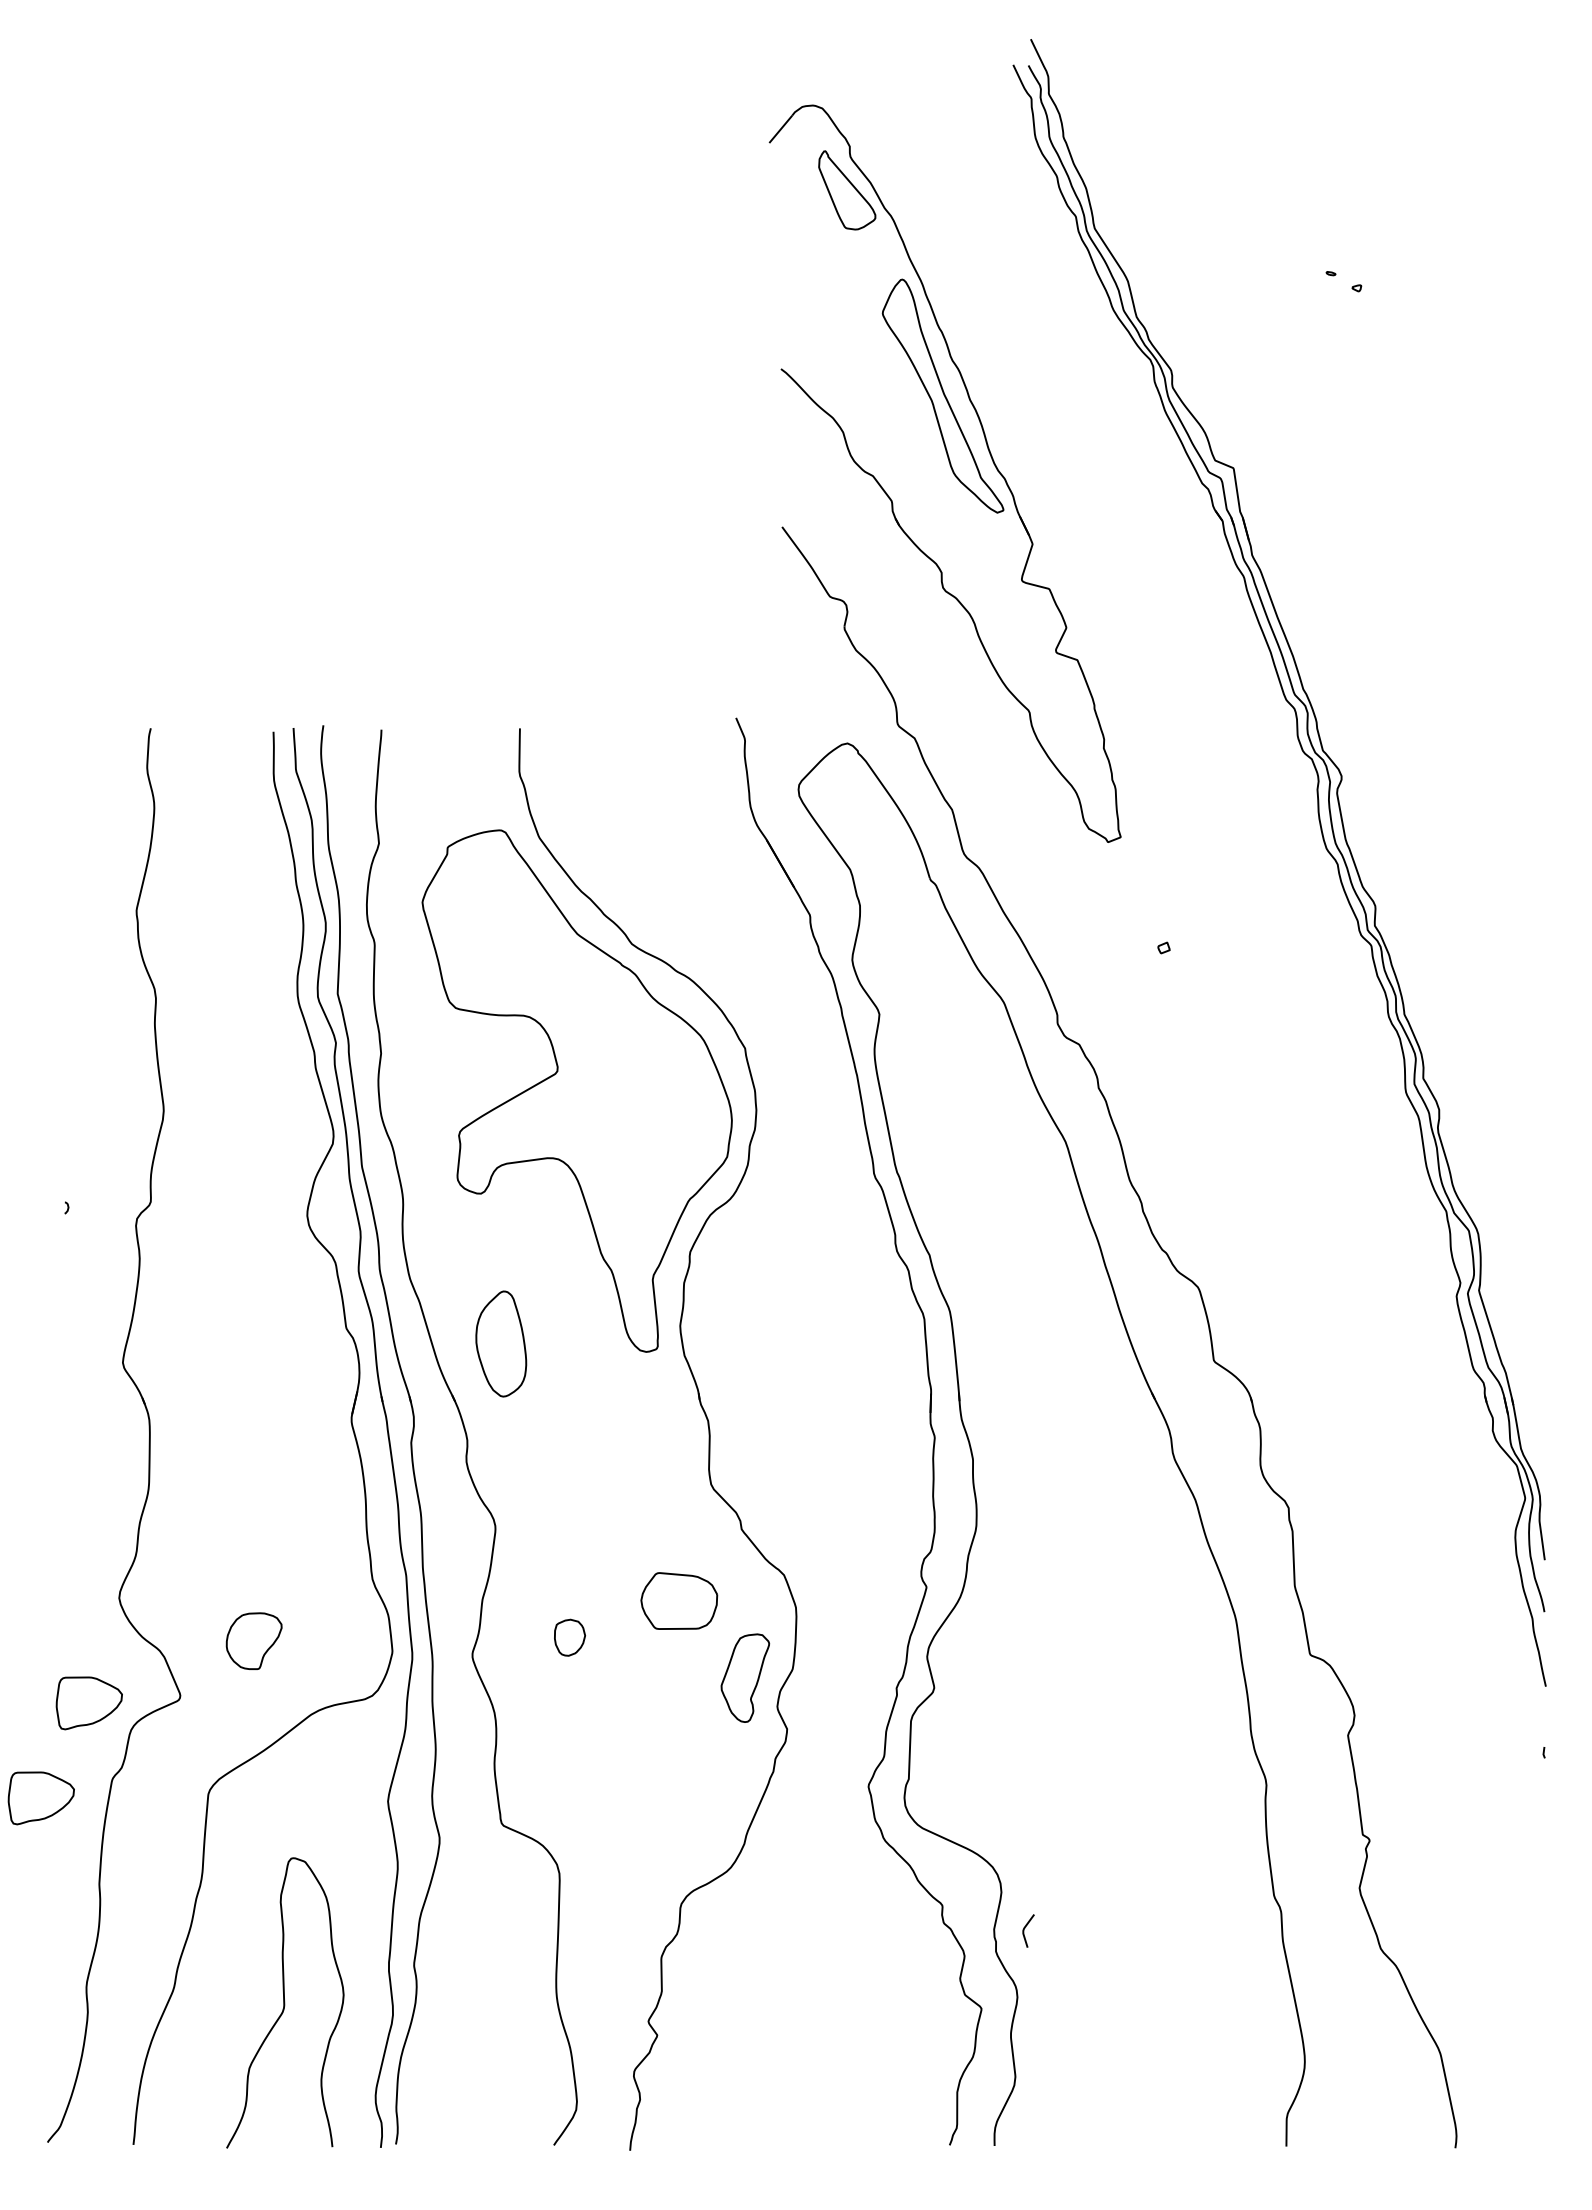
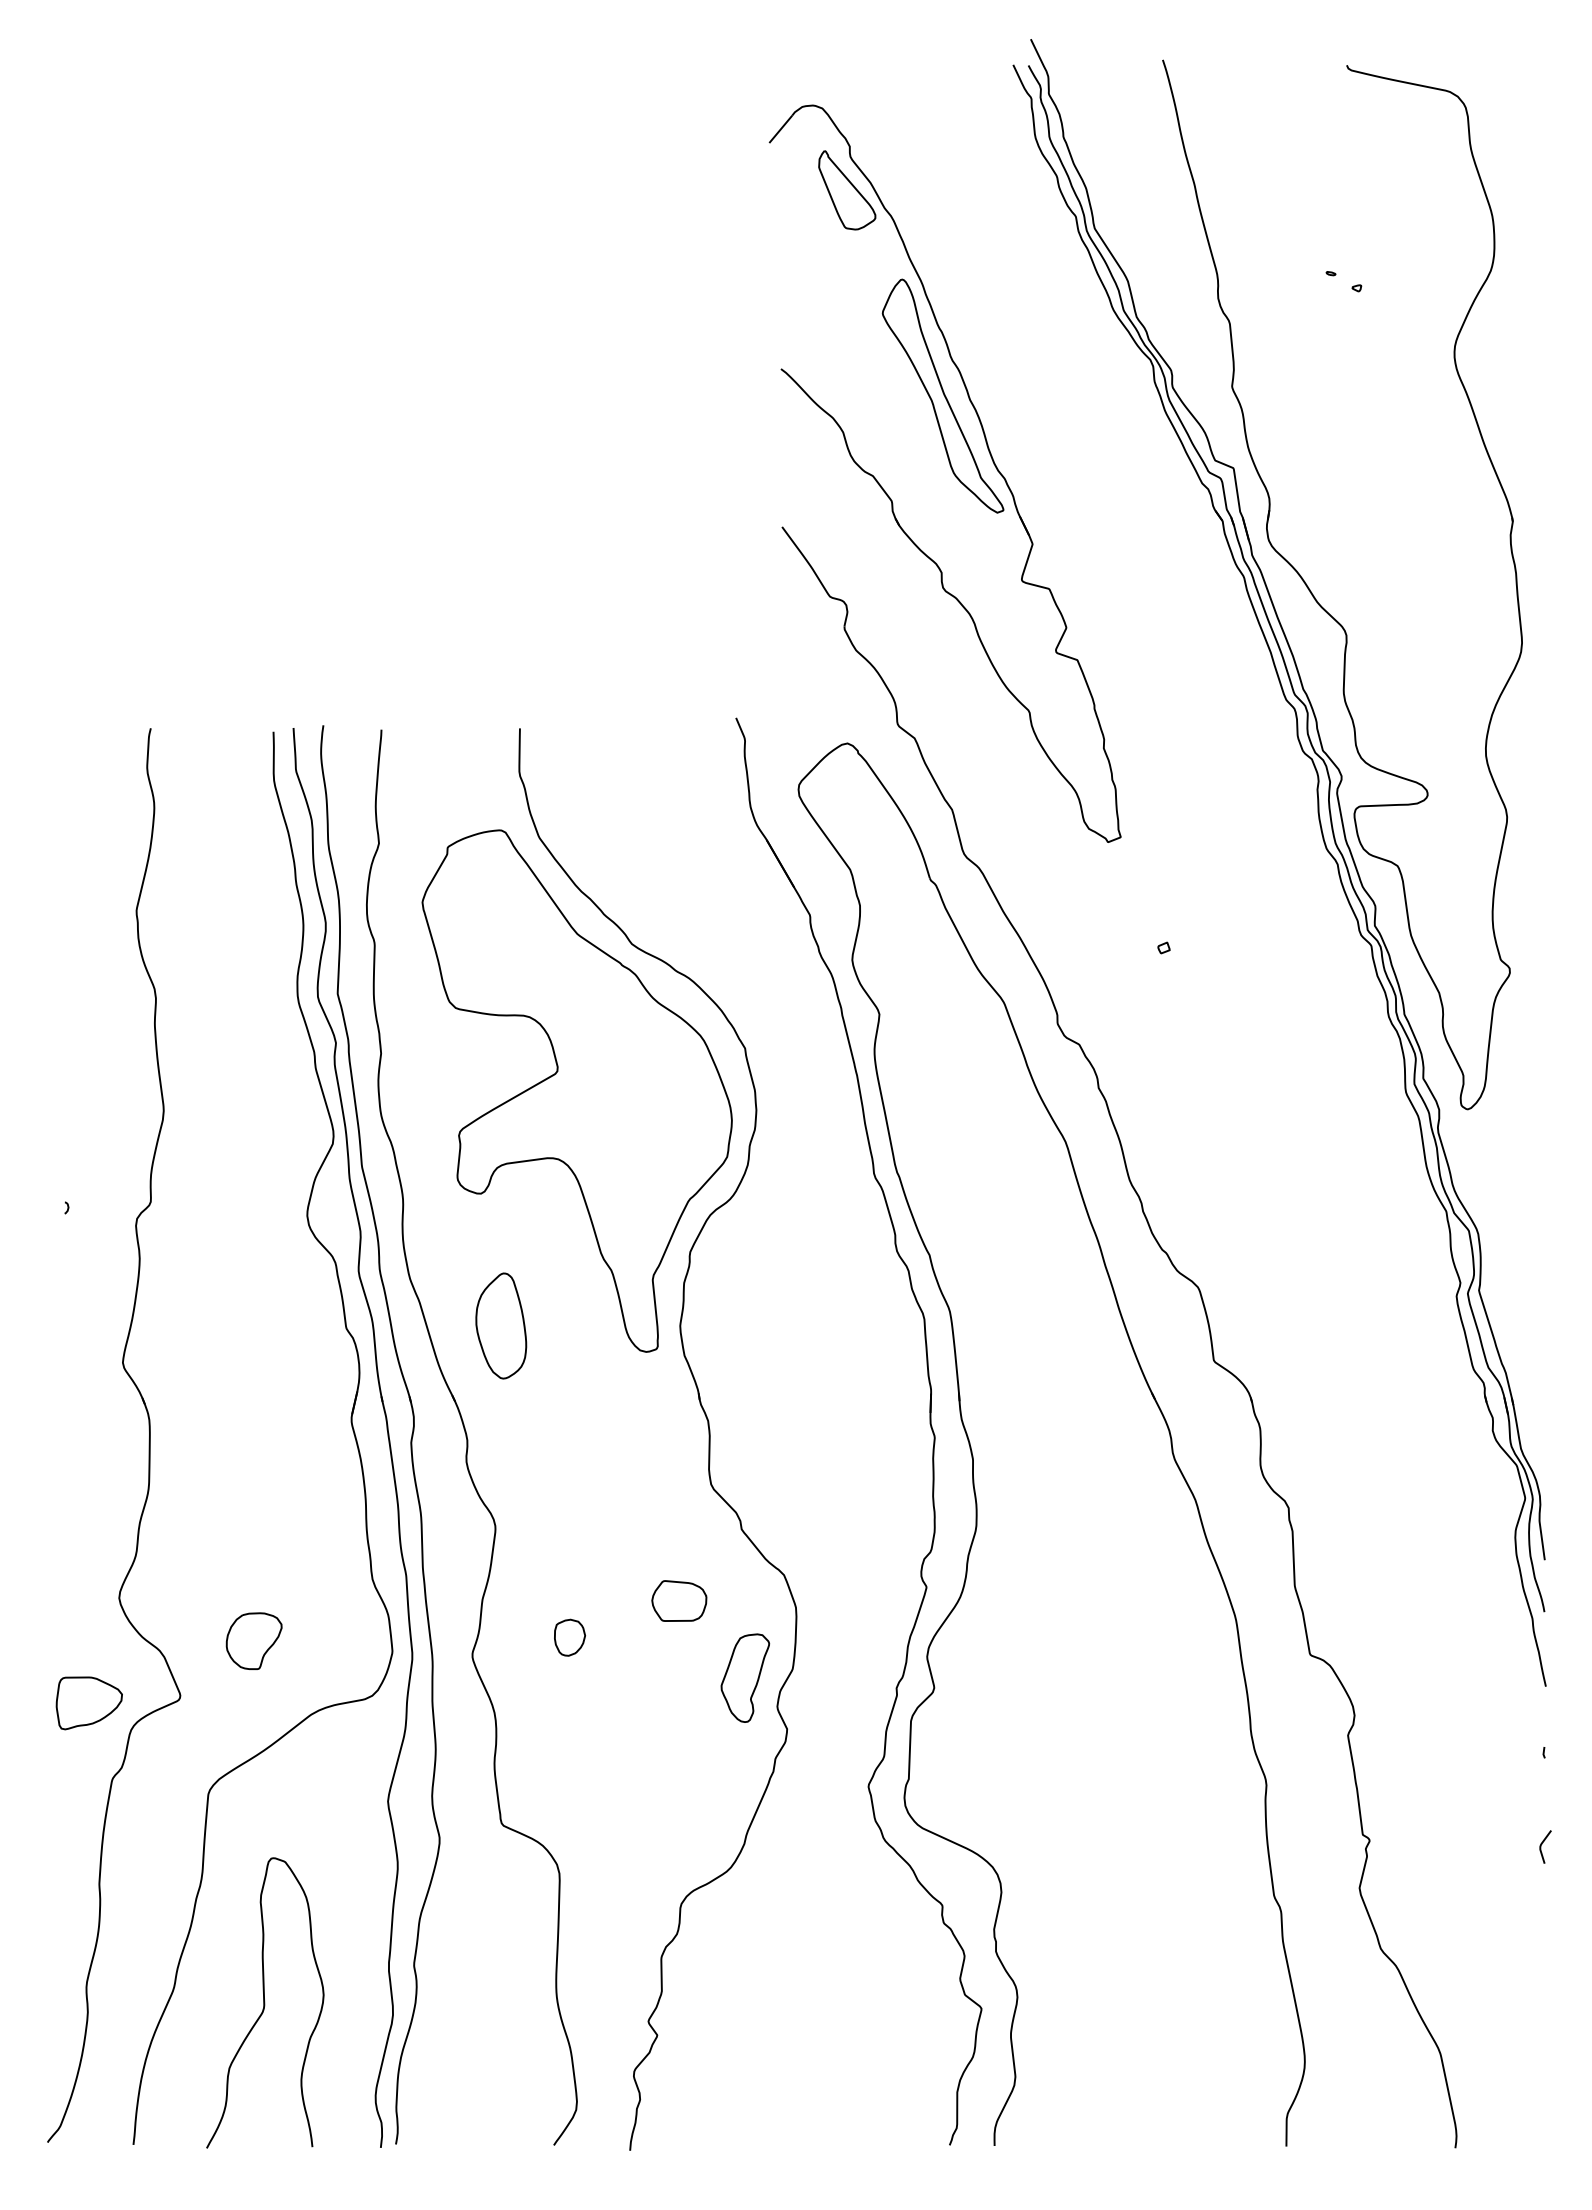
part at (1317, 600): none -> present
part at (501, 1343) position: (501, 1343) -> (501, 1325)
part at (679, 1600) size: 79x58 px -> 57x42 px
part at (40, 1798): present -> none
curve at (1025, 1928) position: (1025, 1928) -> (1542, 1844)
curve at (285, 2002) position: (285, 2002) -> (265, 2002)
